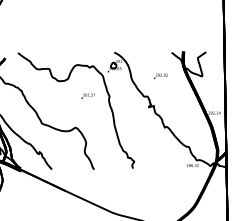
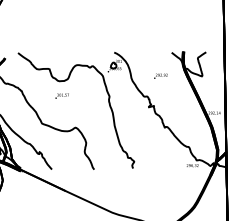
text at (87, 95) position: (87, 95) -> (61, 95)
